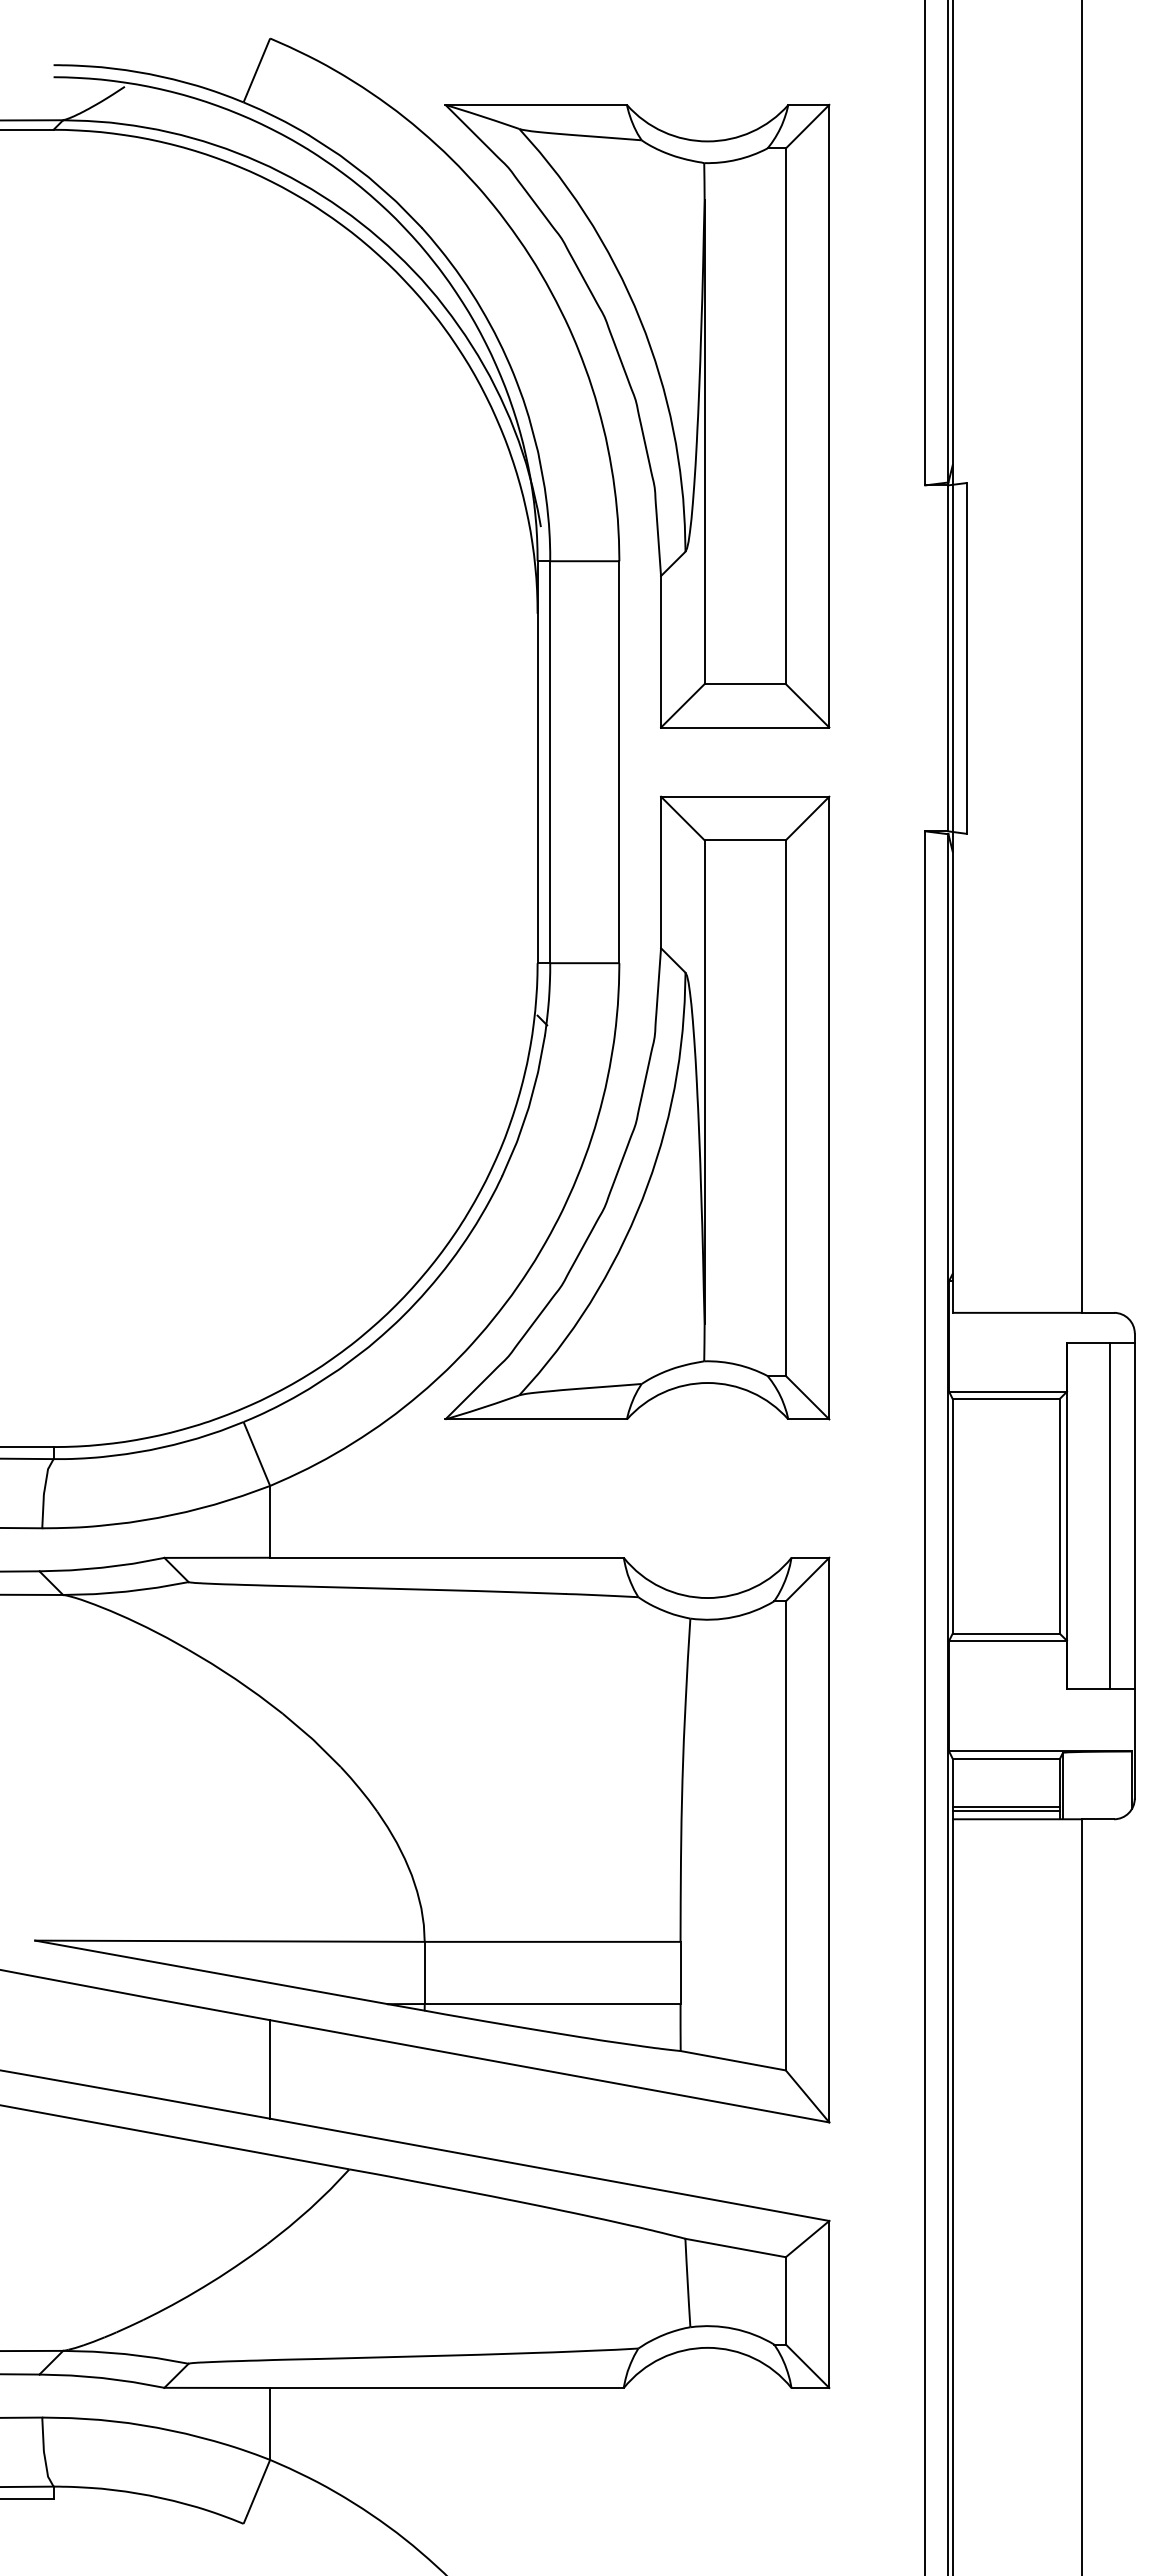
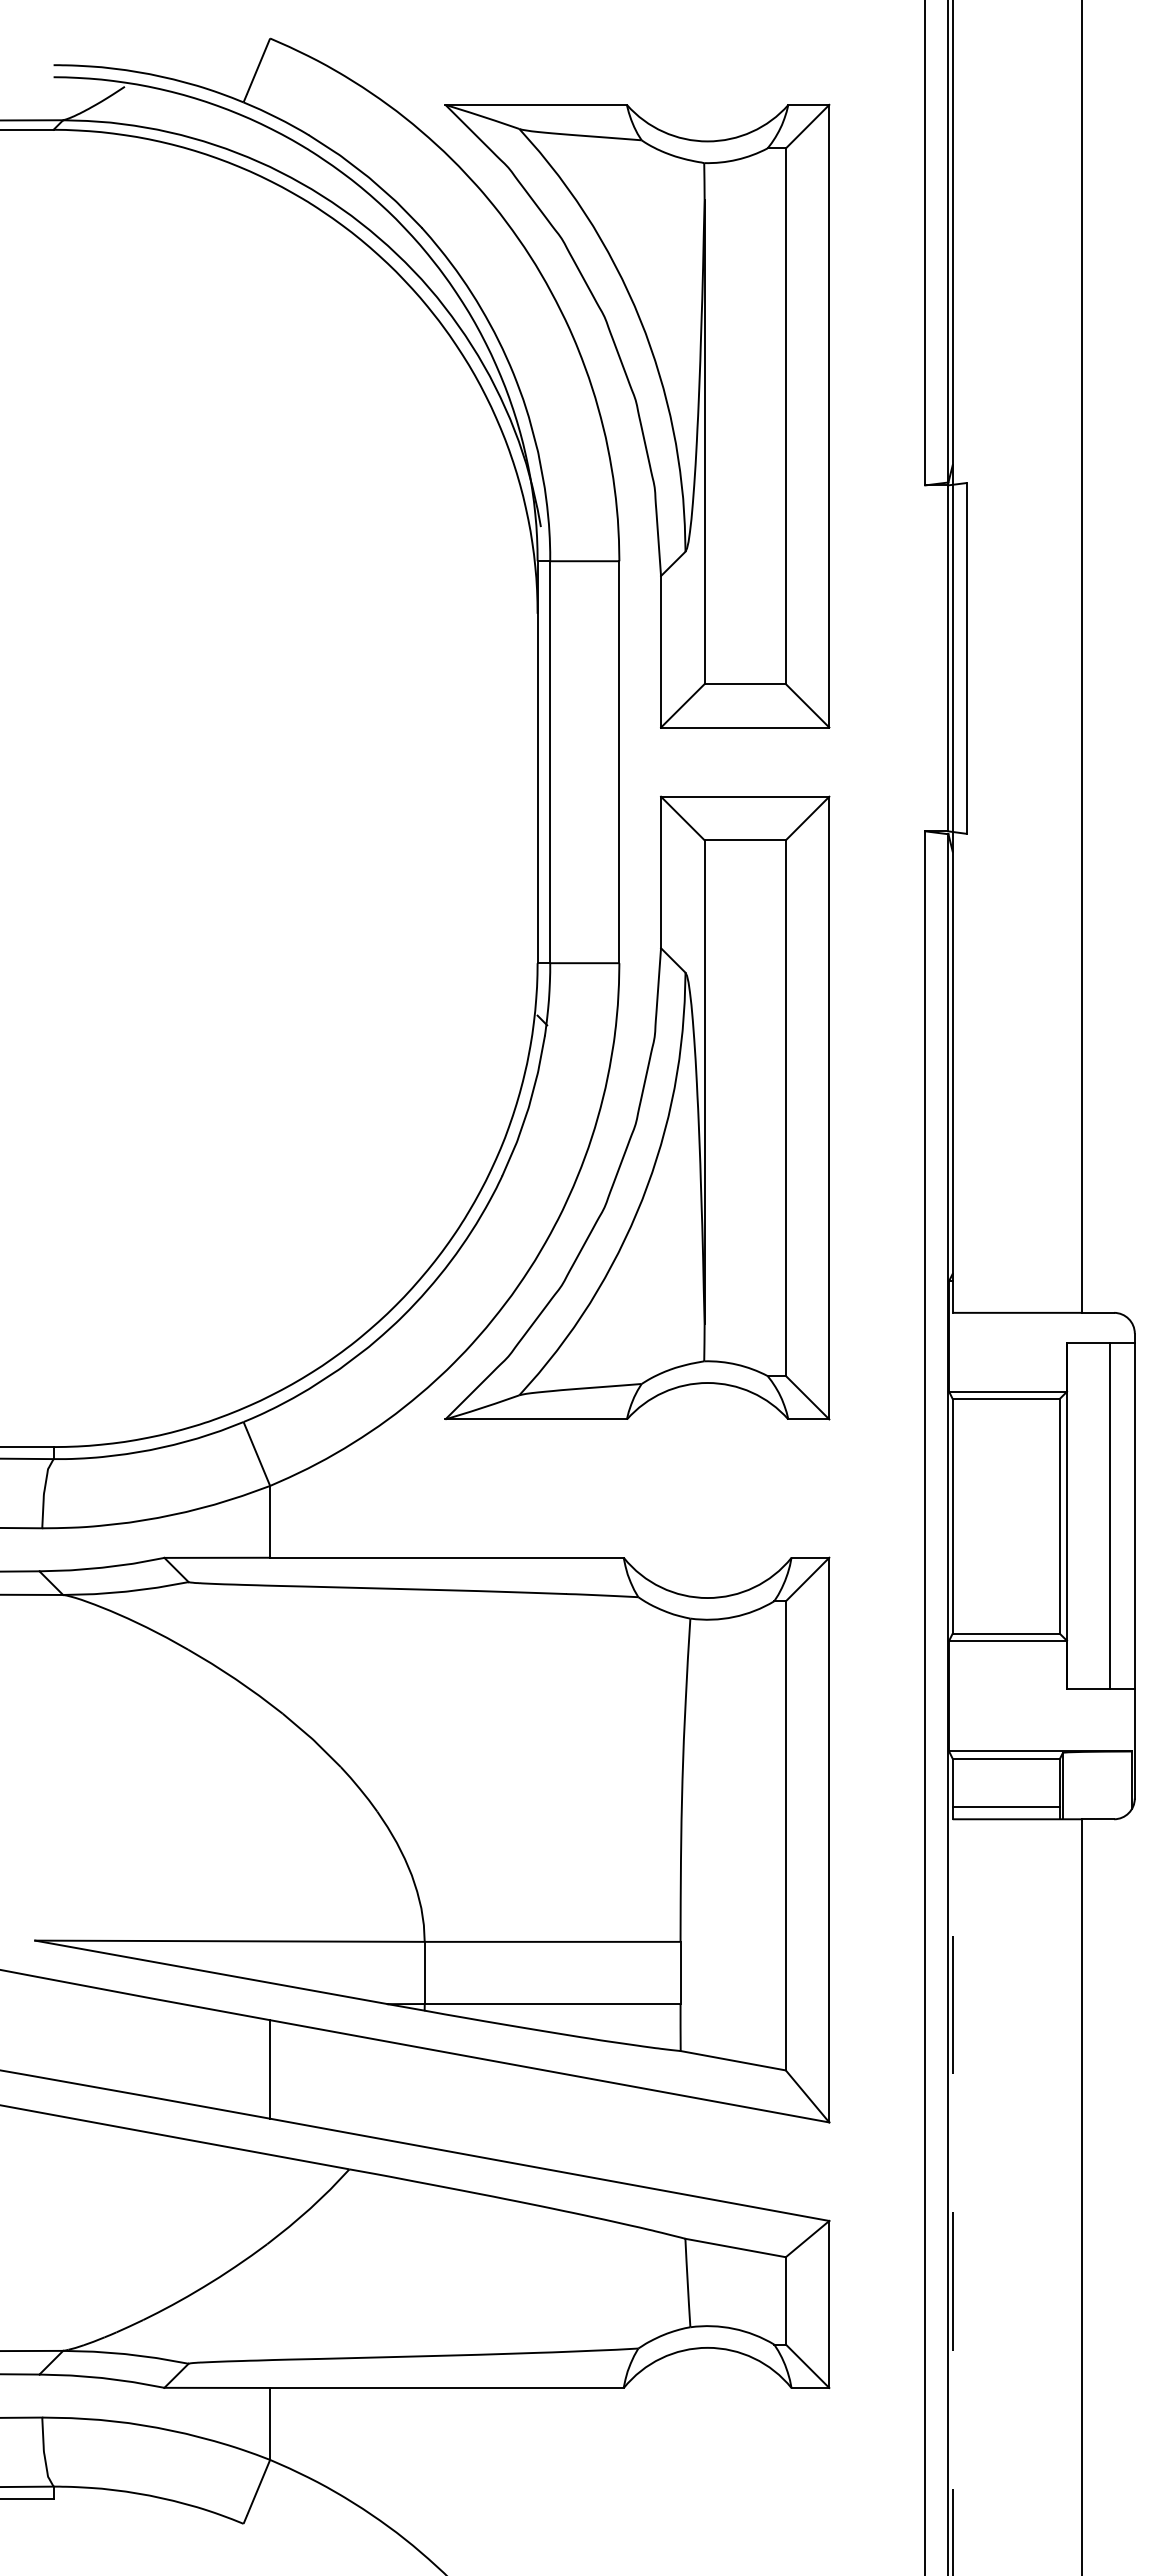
line at (1005, 1811): present -> none
line at (952, 2197): solid -> dashed
